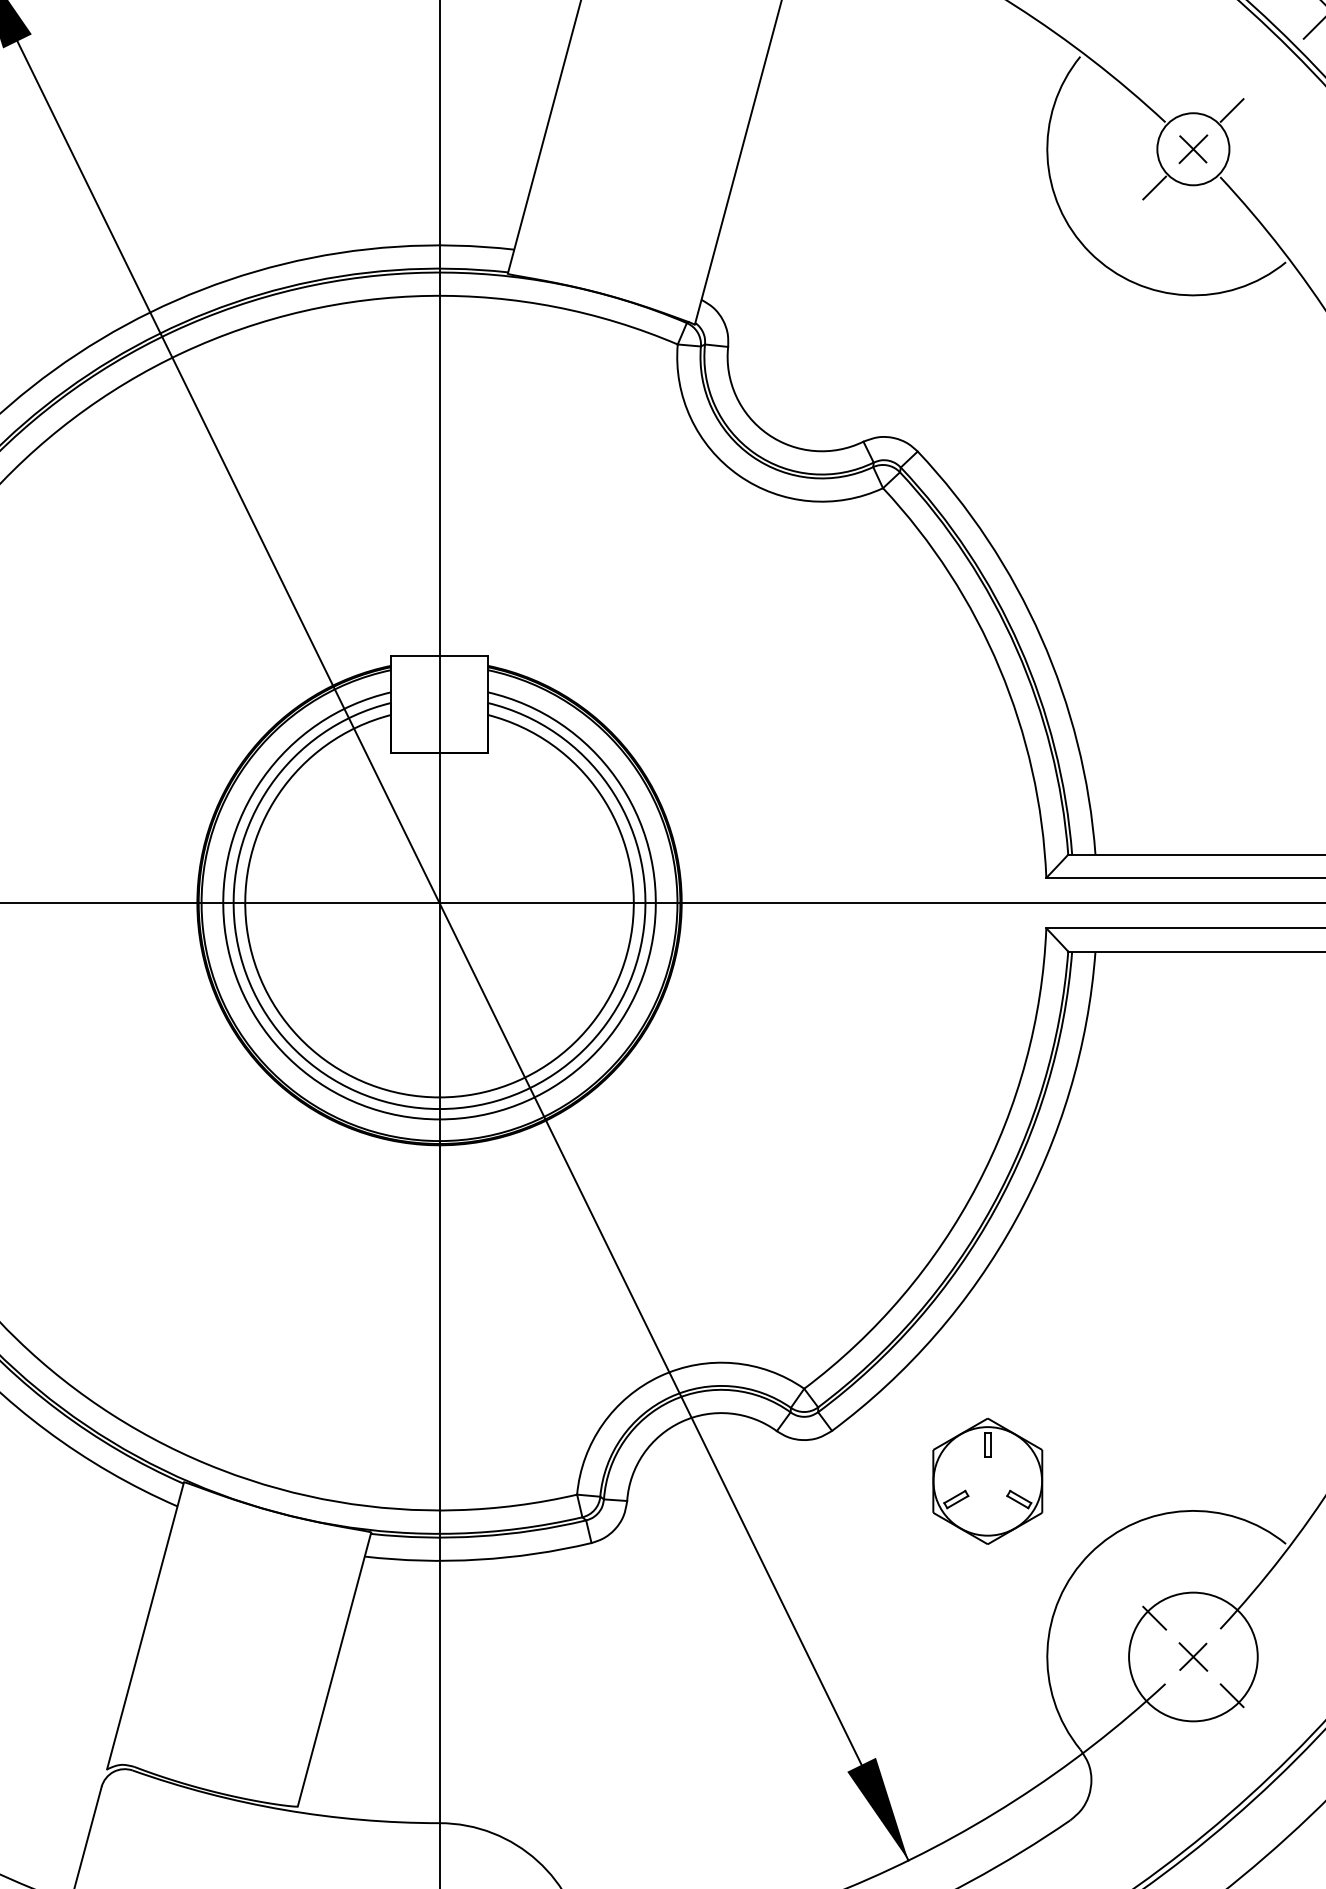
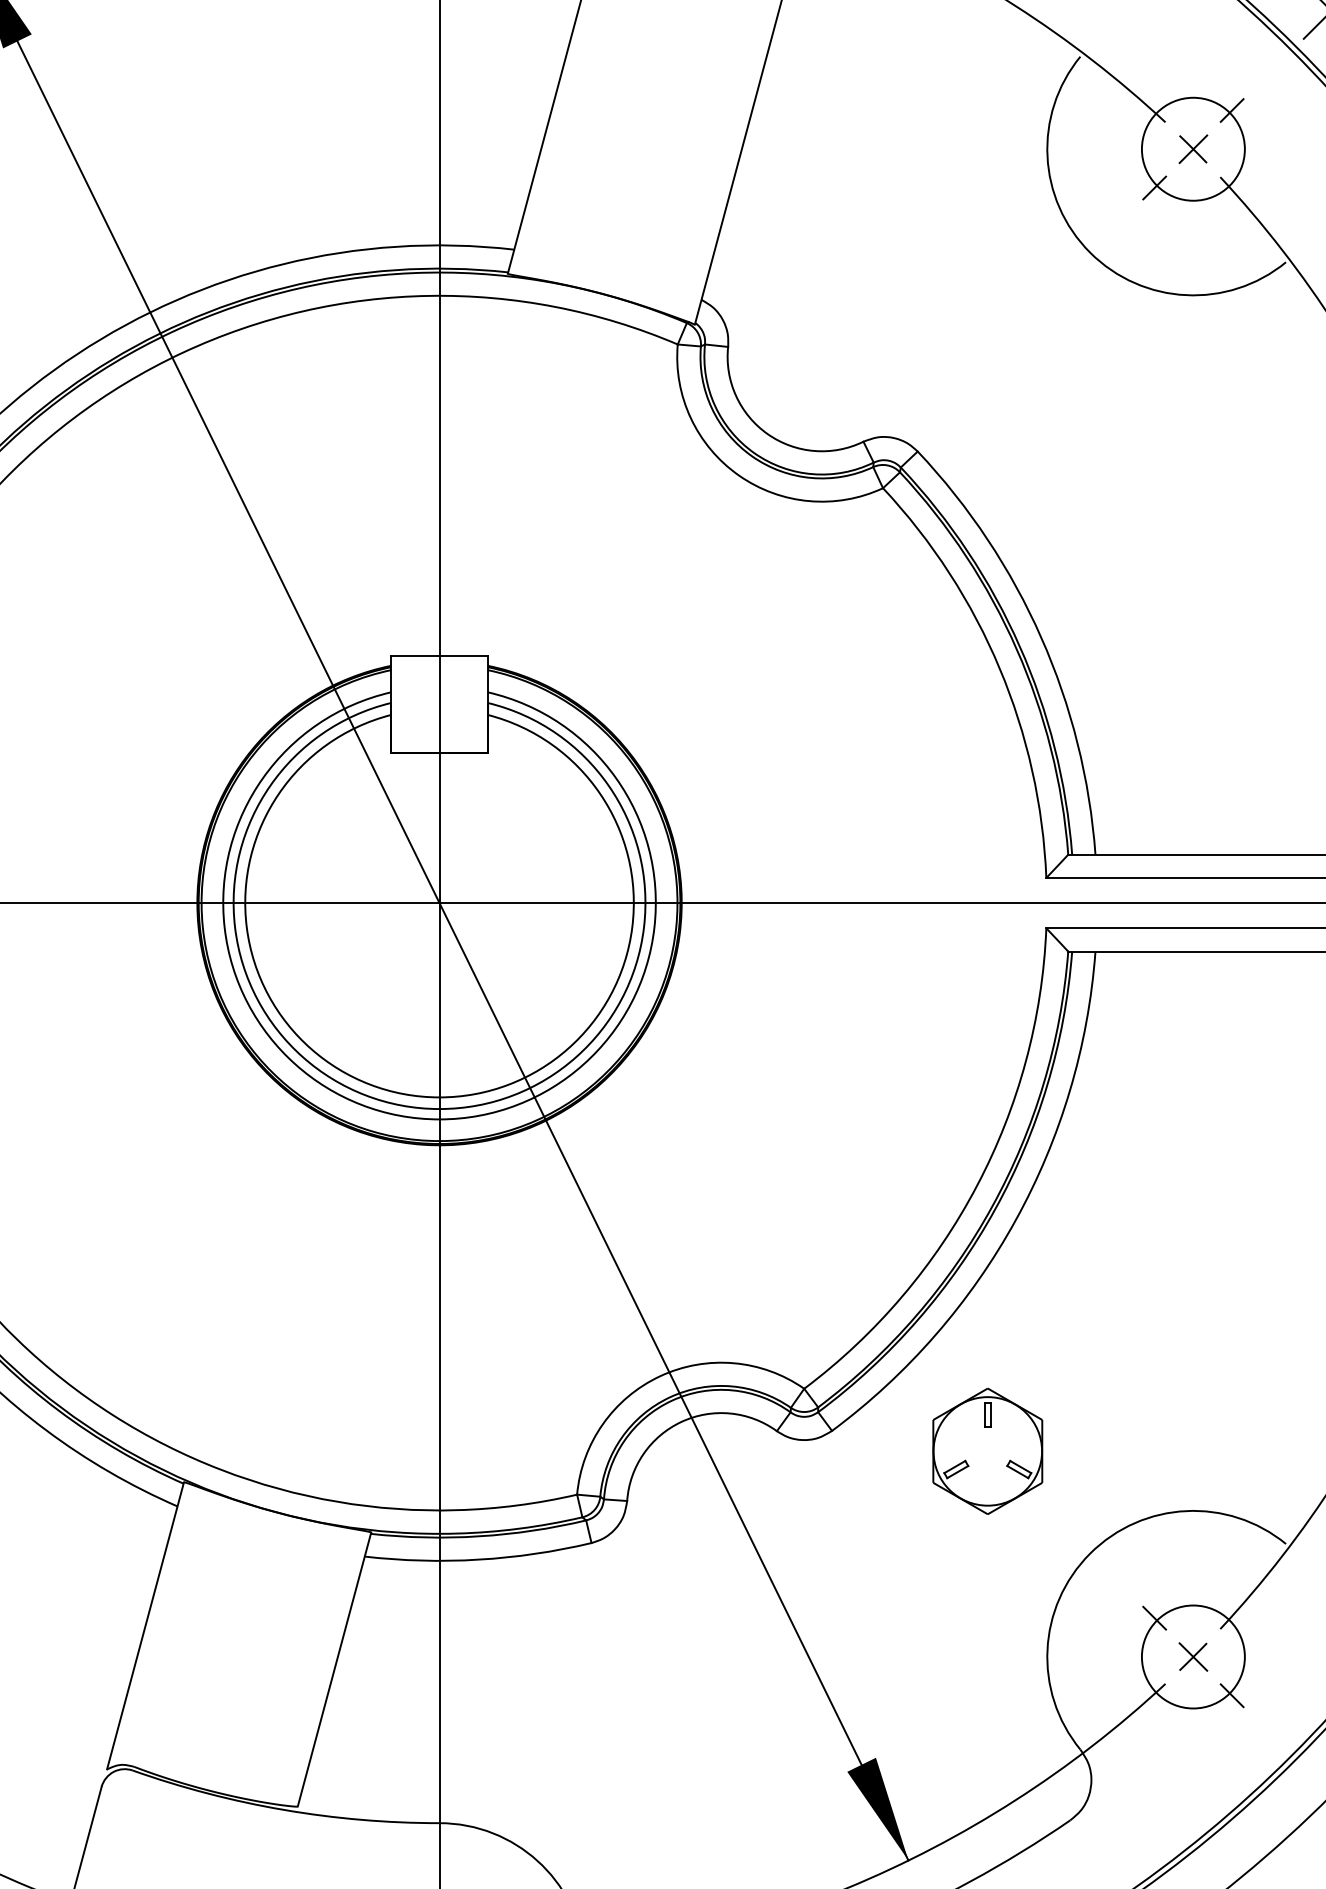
circle at (1193, 149) diameter: 72 px -> 103 px
part at (987, 1480) position: (987, 1480) -> (987, 1450)
circle at (1193, 1656) diameter: 129 px -> 103 px
